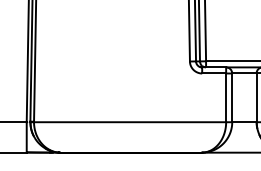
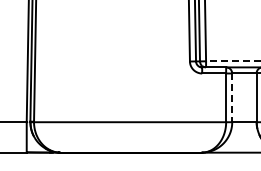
line at (232, 61): solid -> dashed
line at (232, 98): solid -> dashed
